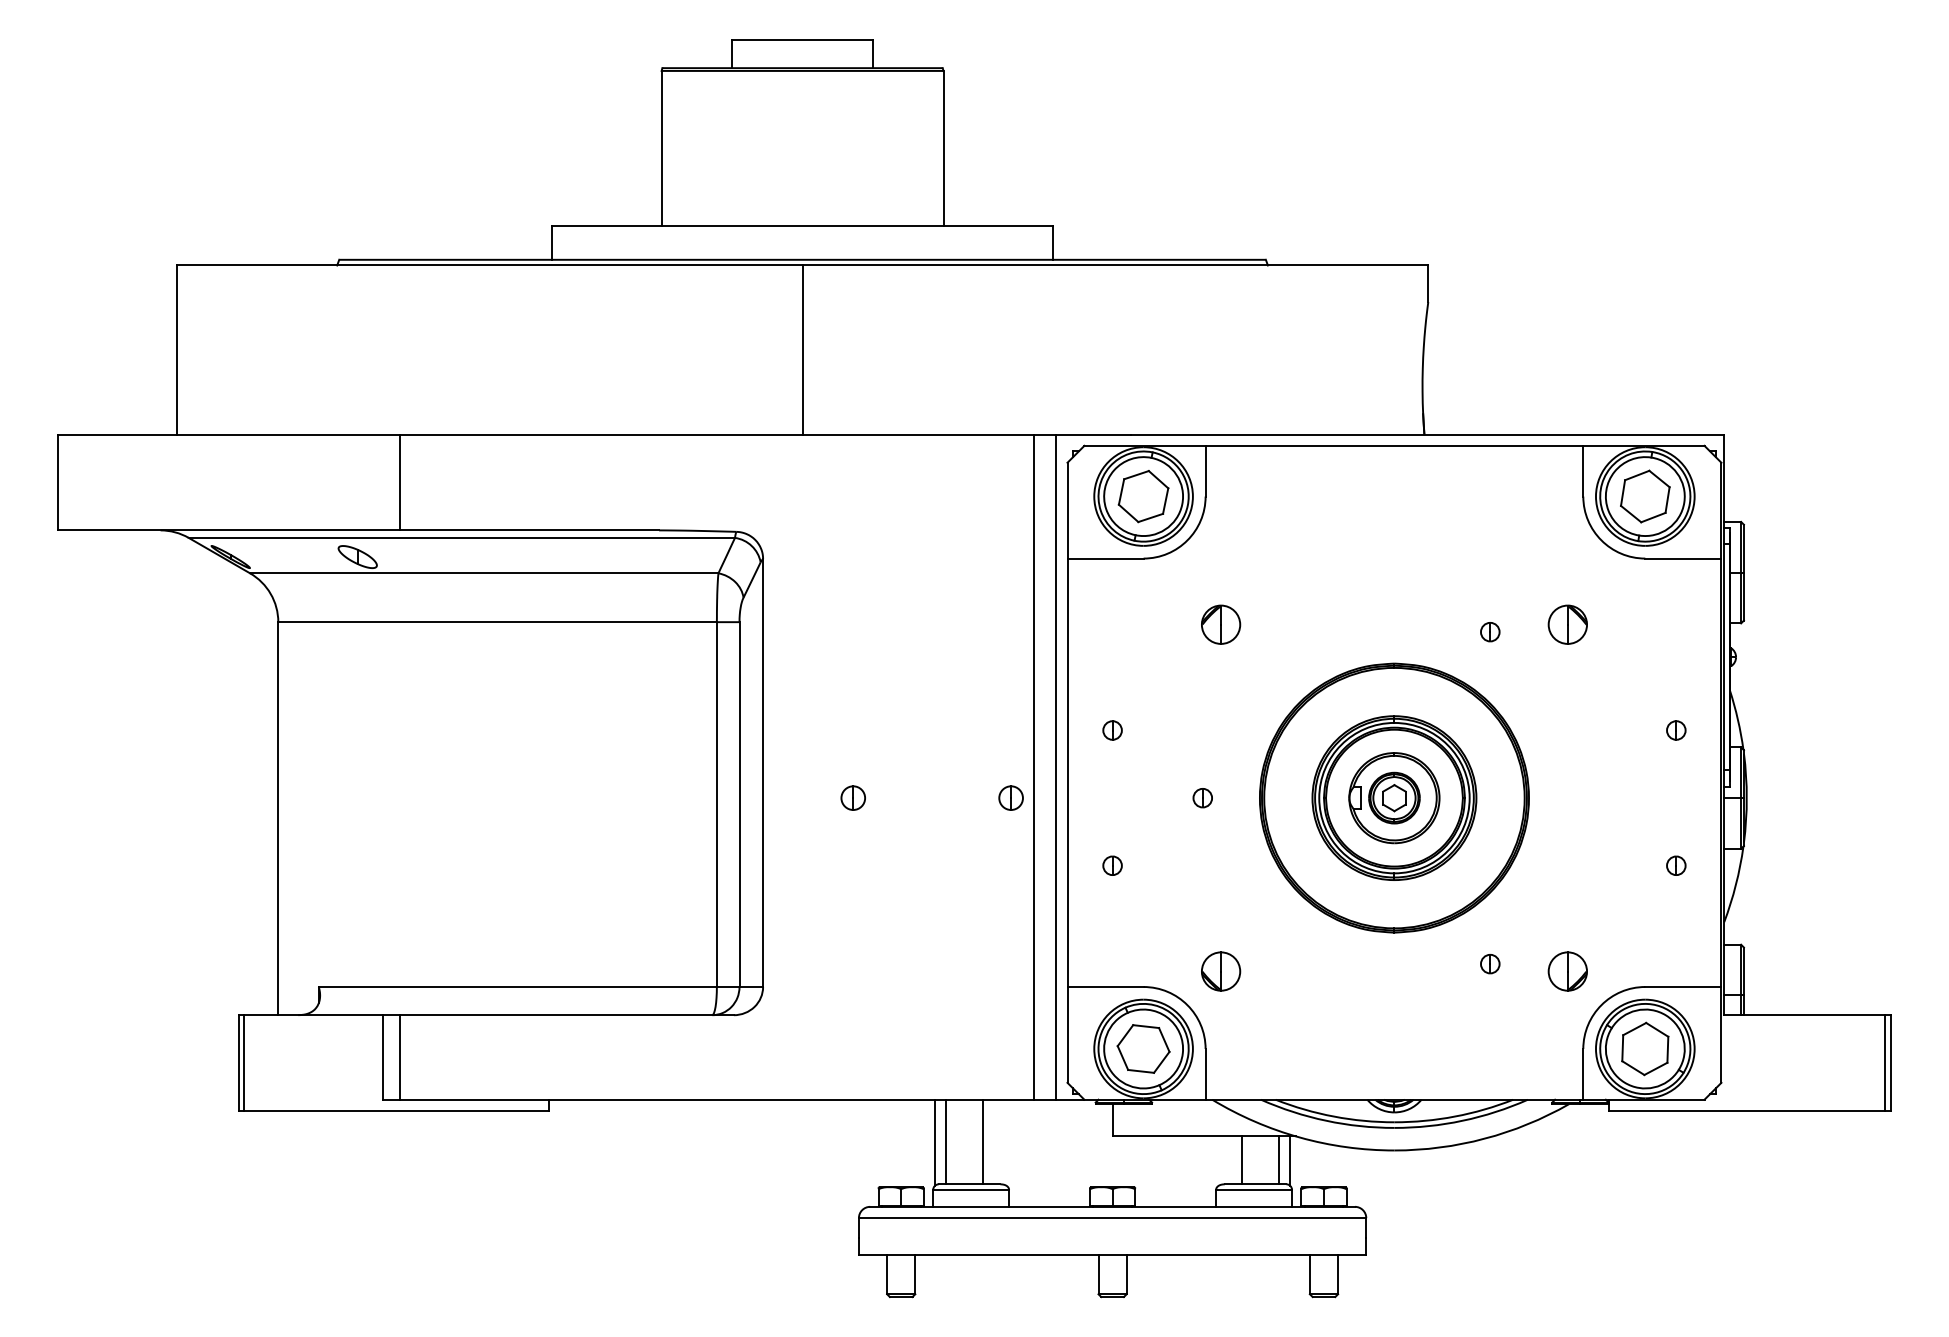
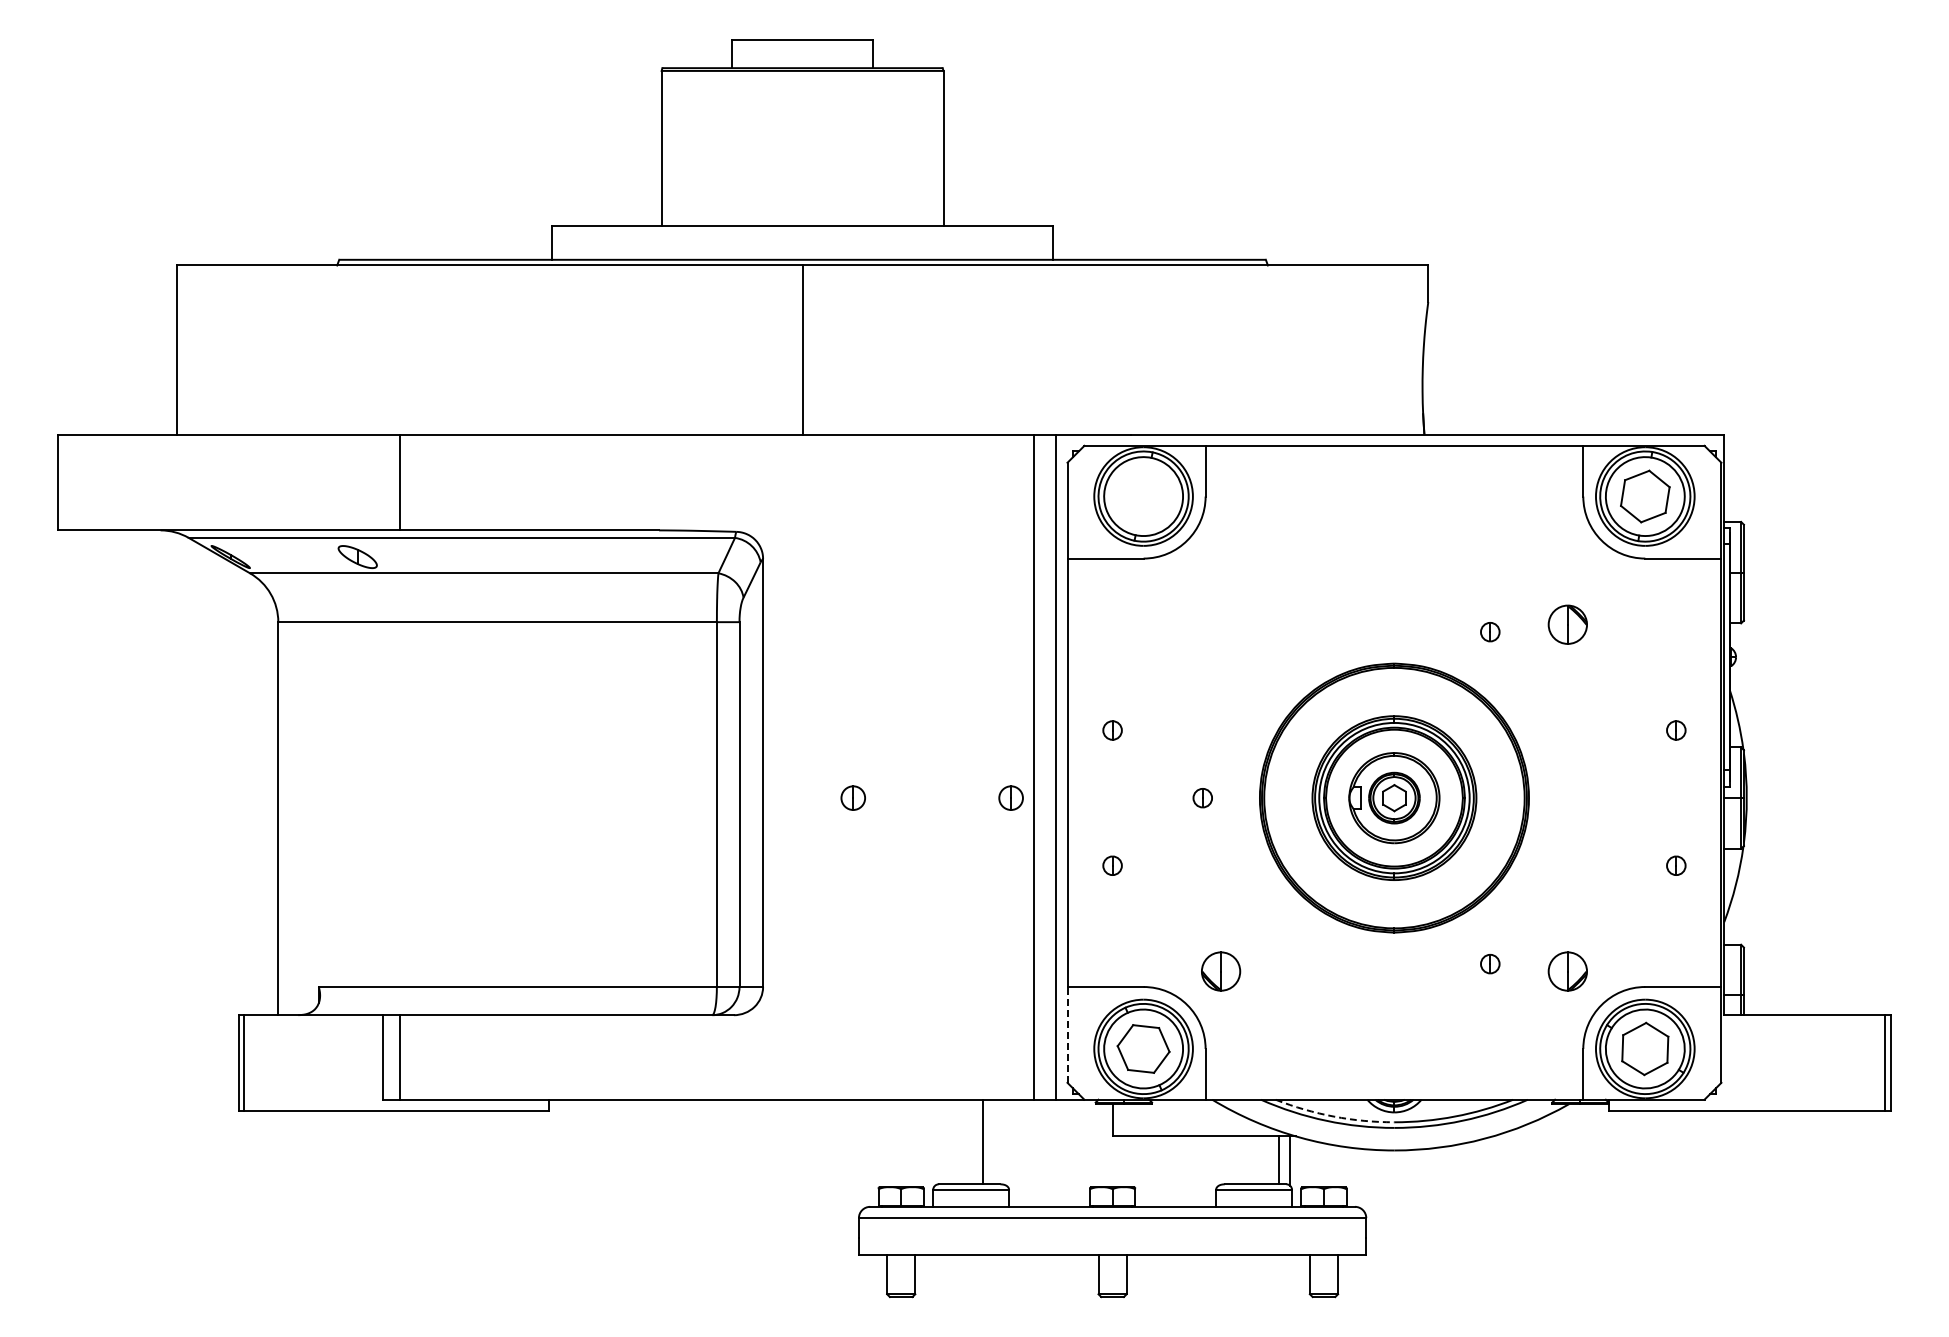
part at (1143, 496): present -> none
part at (1221, 624): present -> none
line at (1067, 1034): solid -> dashed
arc at (1334, 1116): solid -> dashed
line at (946, 1141): present -> none
line at (935, 1142): present -> none
line at (1242, 1160): present -> none
